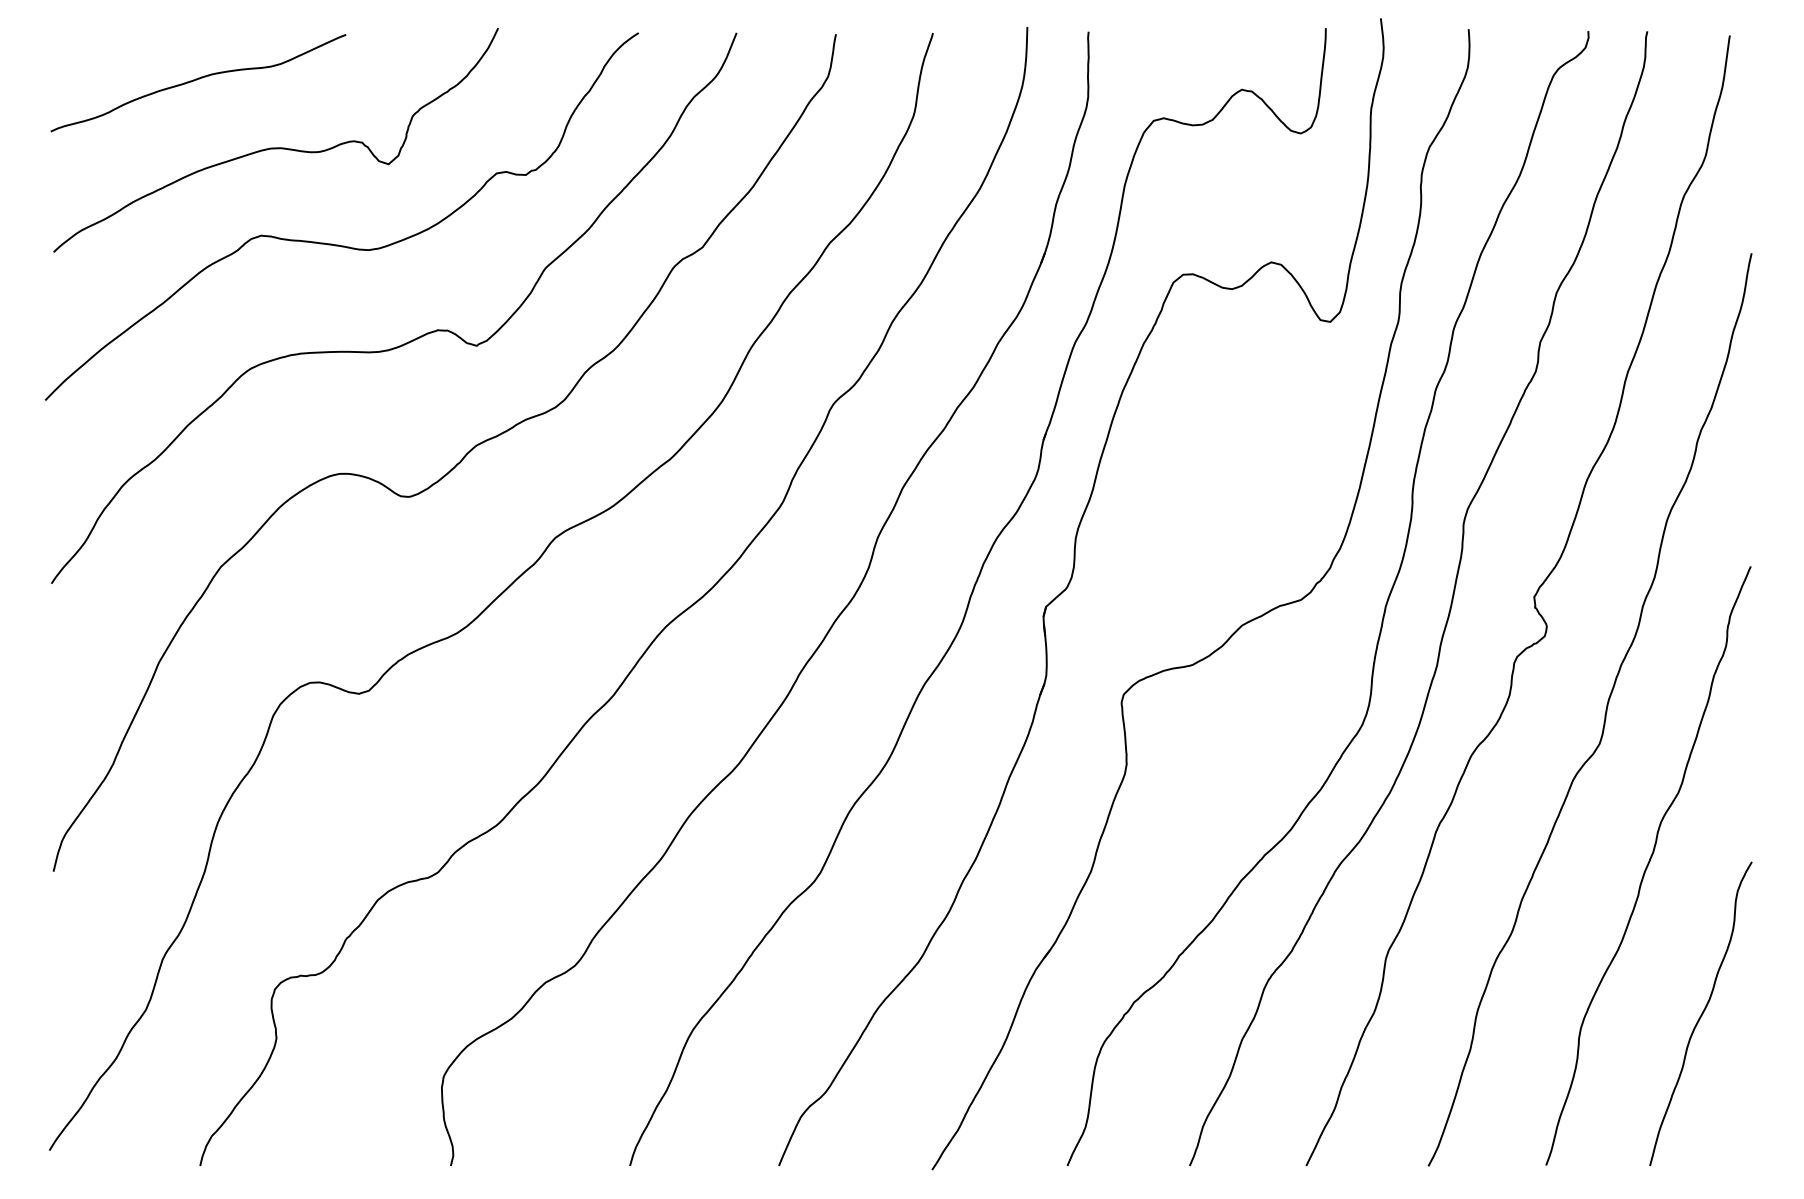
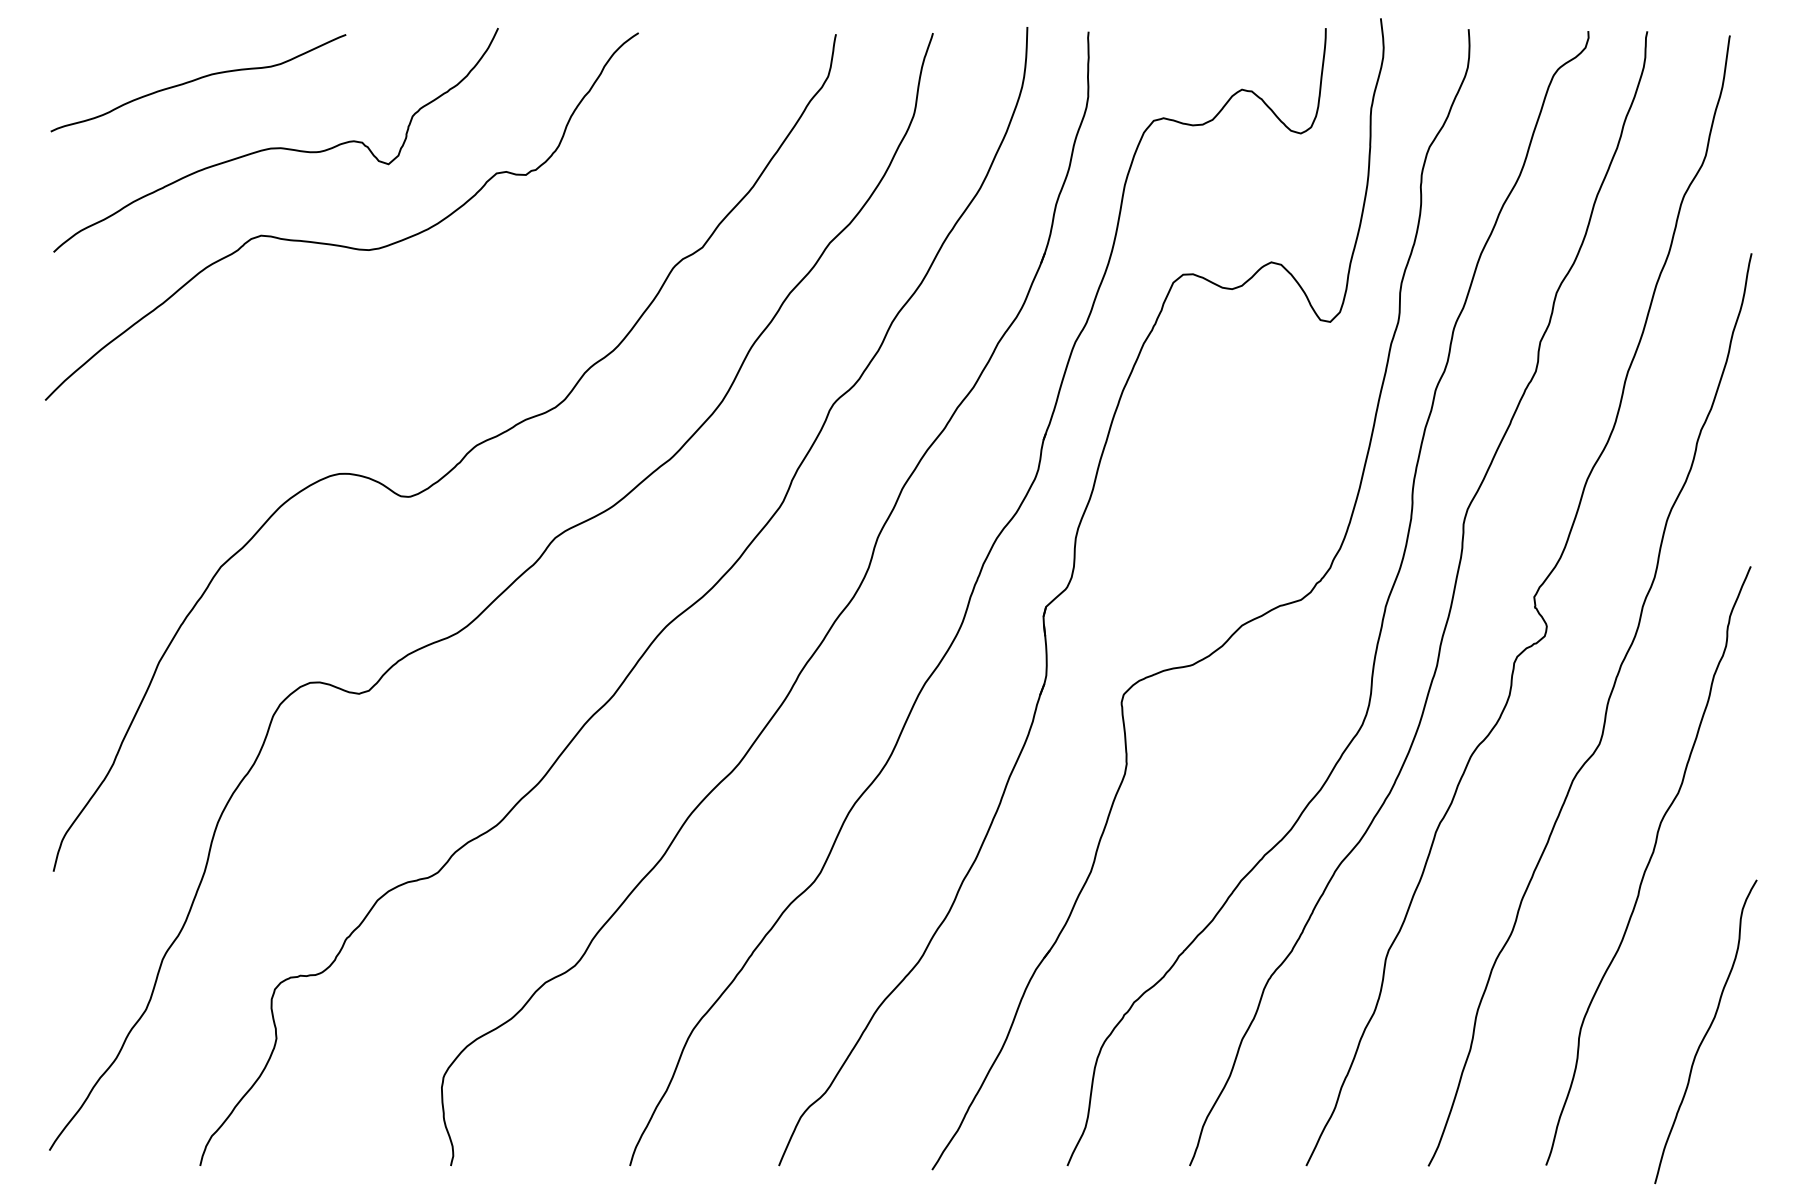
curve at (410, 340): present -> none
curve at (1701, 1013) position: (1701, 1013) -> (1706, 1031)
